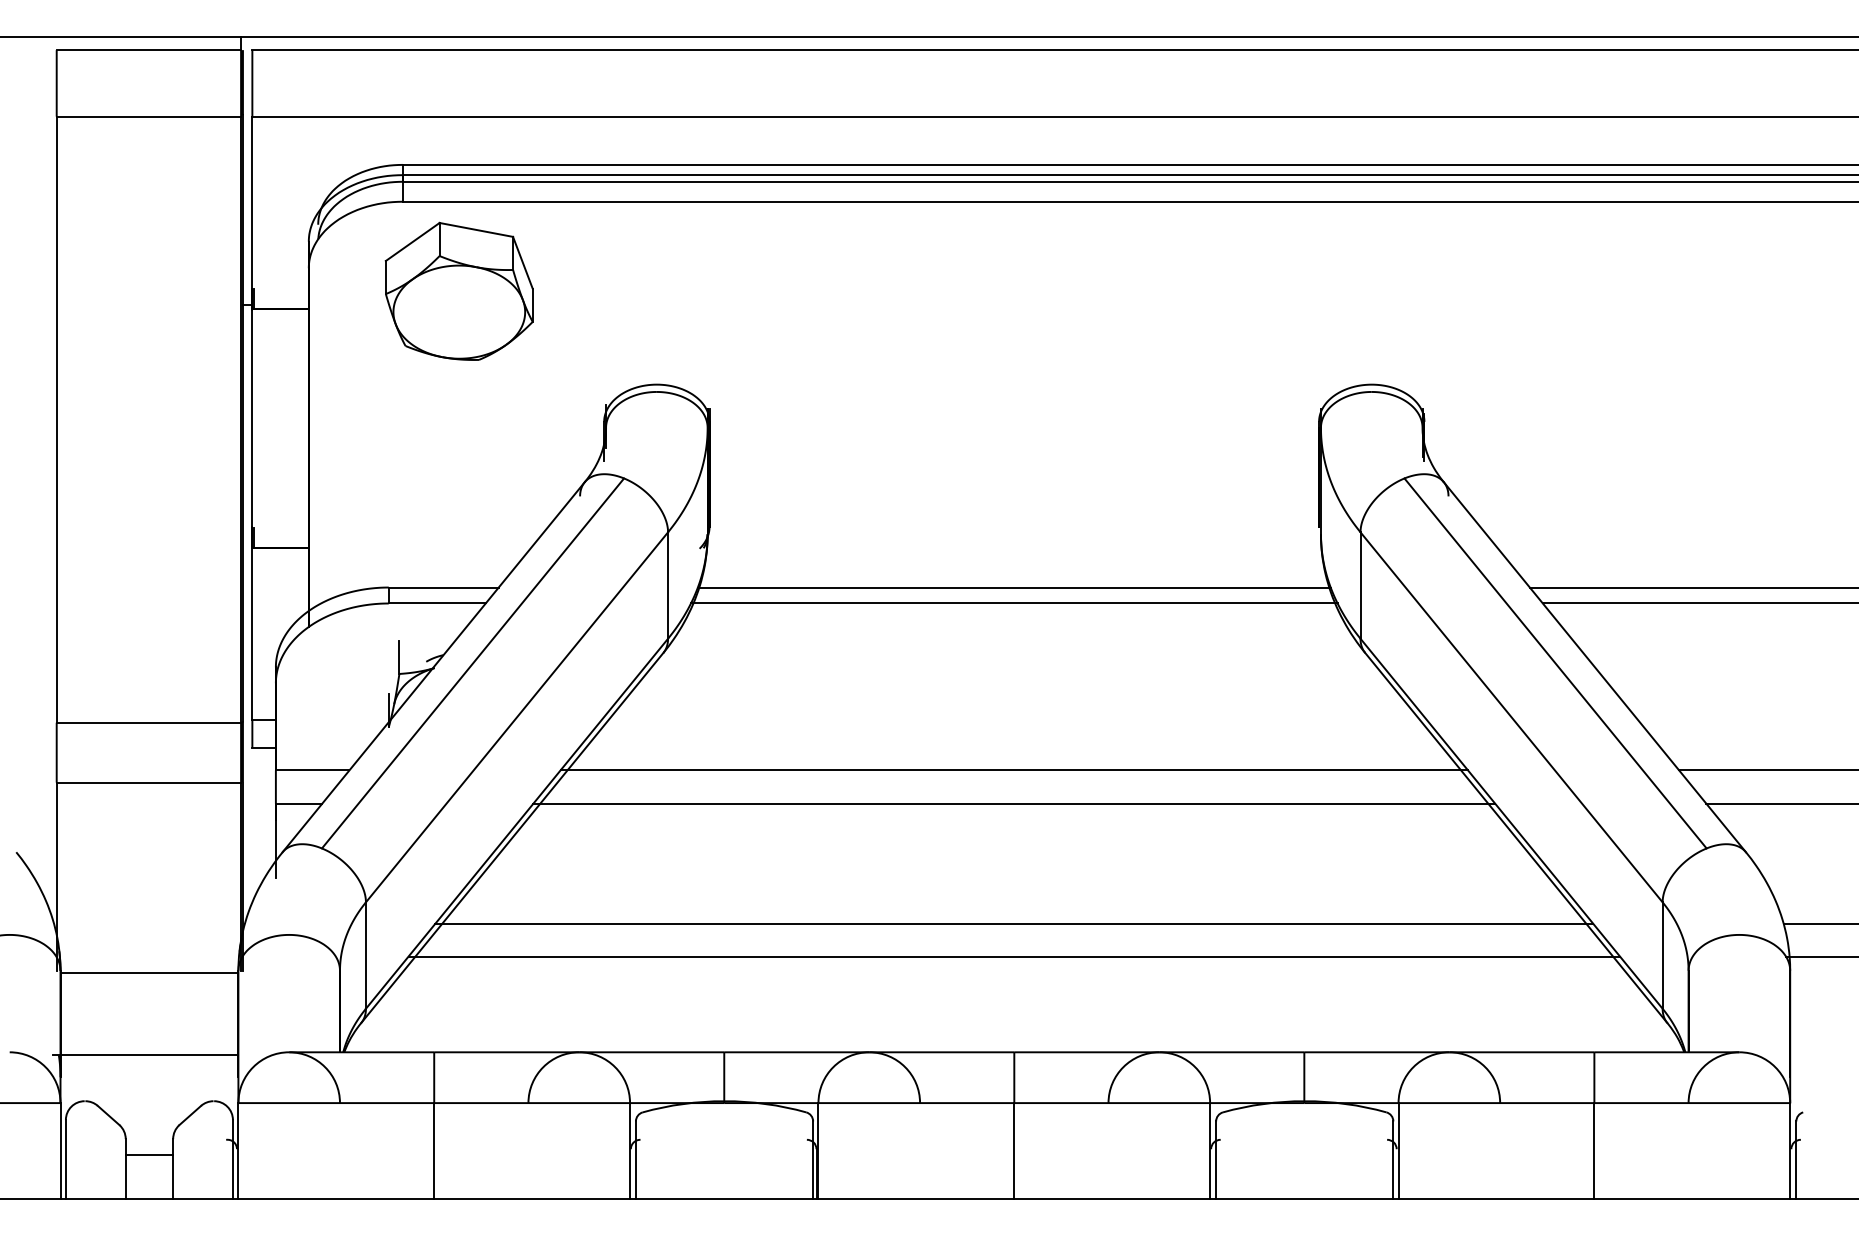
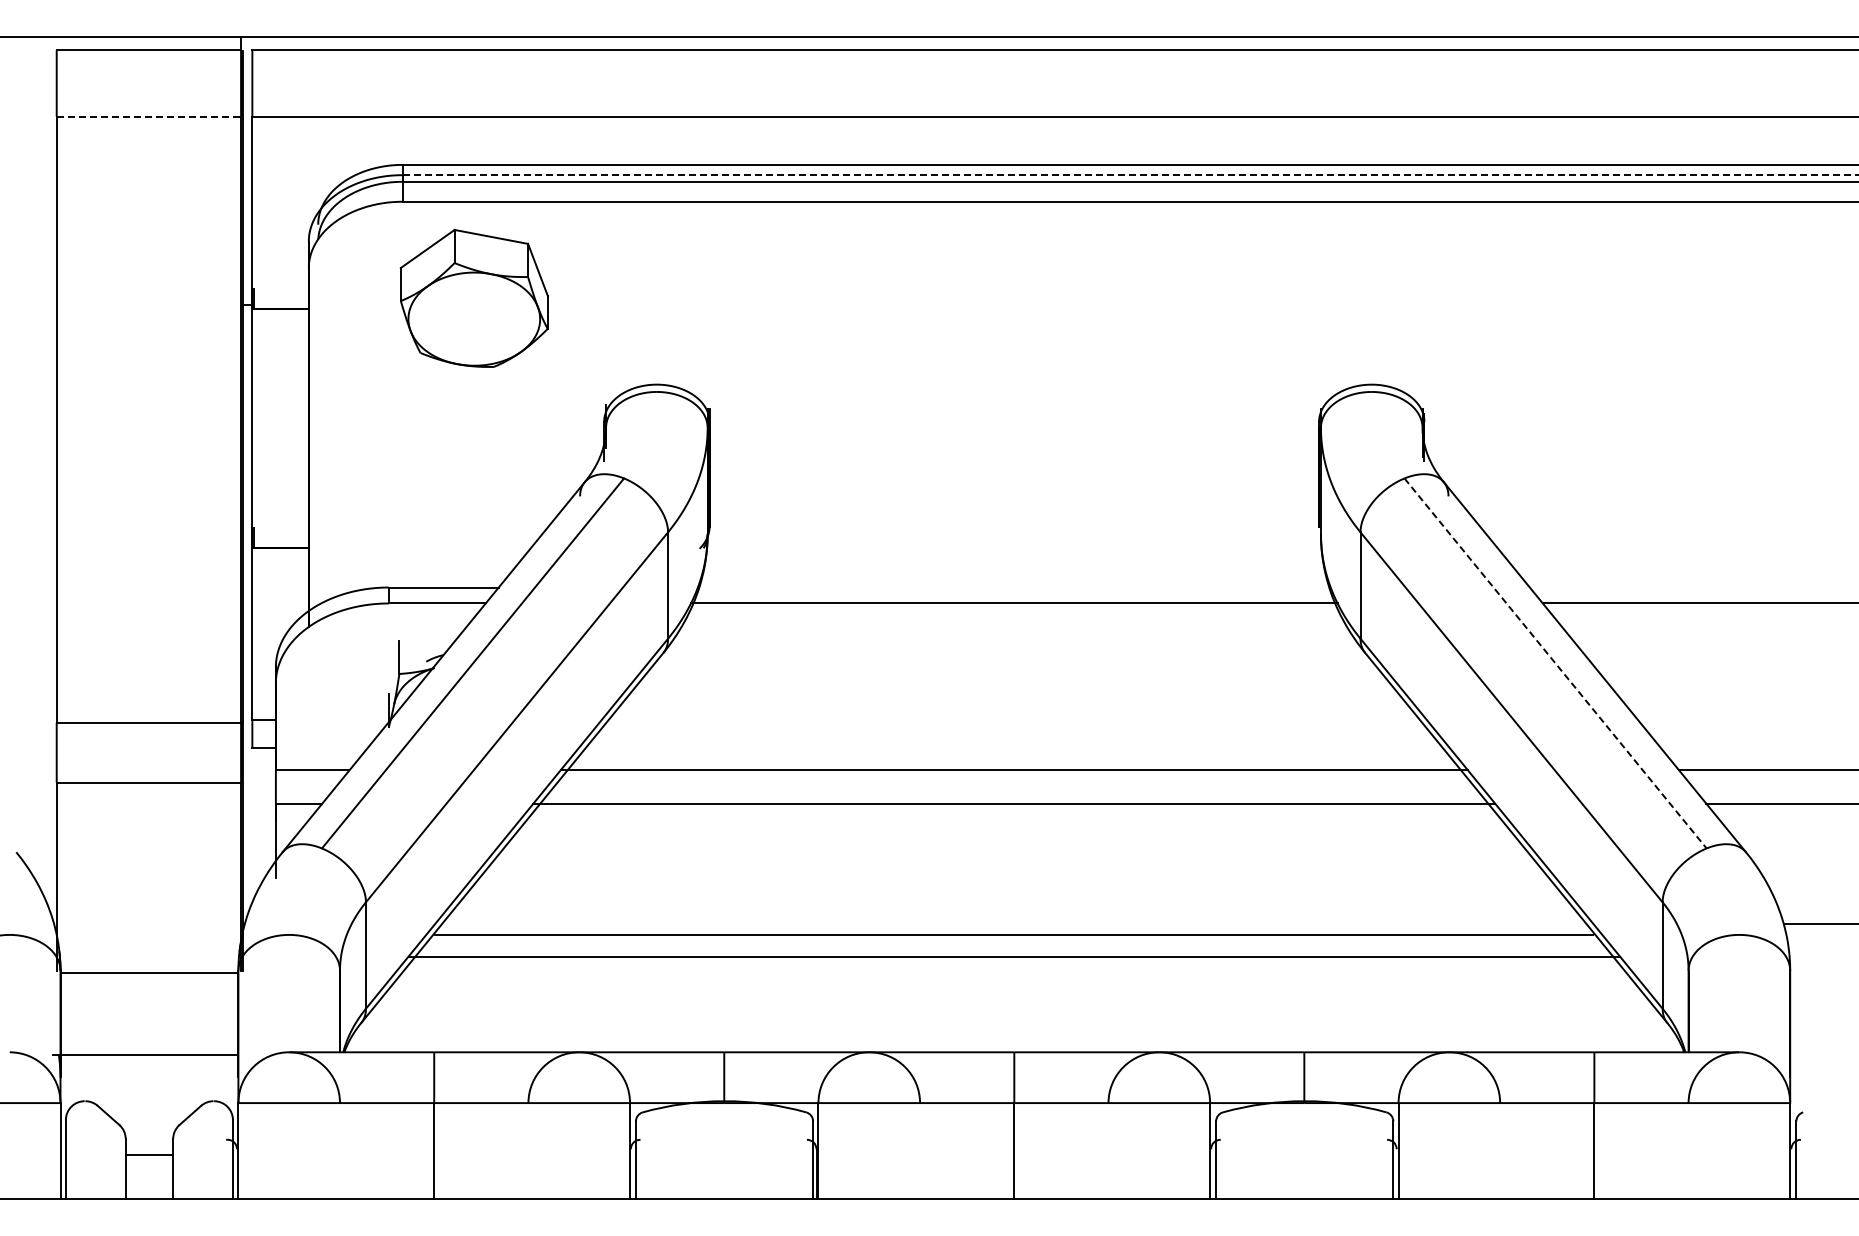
line at (149, 116): solid -> dashed
line at (1130, 175): solid -> dashed
part at (458, 290) position: (458, 290) -> (473, 297)
line at (1013, 587): present -> none
line at (1692, 587): present -> none
line at (1555, 663): solid -> dashed
line at (1014, 923) position: (1014, 923) -> (1014, 934)
line at (1820, 956): present -> none
